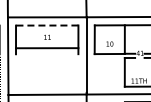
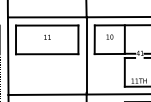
line at (46, 25): dashed -> solid
text at (109, 43) position: (109, 43) -> (109, 36)
line at (47, 48) position: (47, 48) -> (47, 54)
